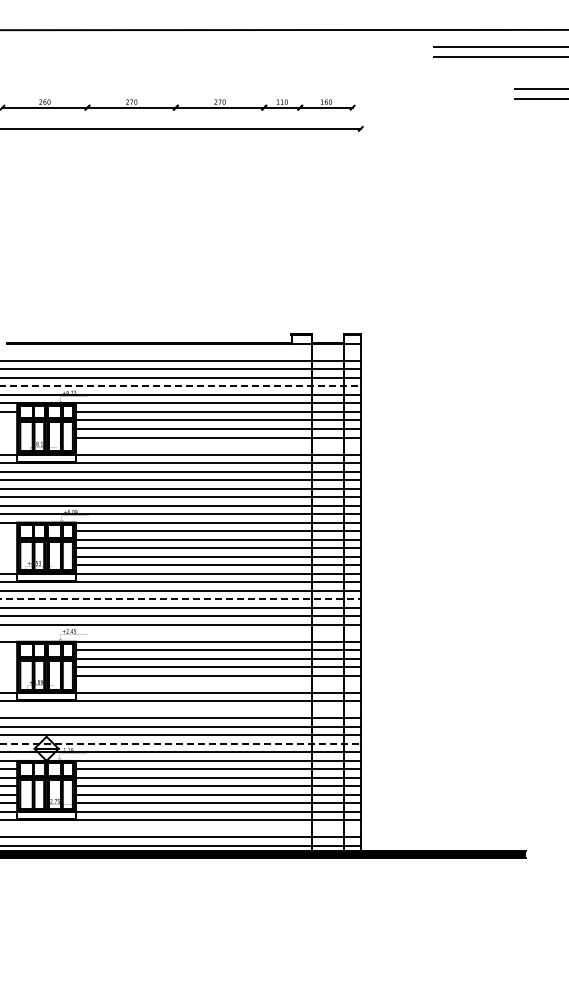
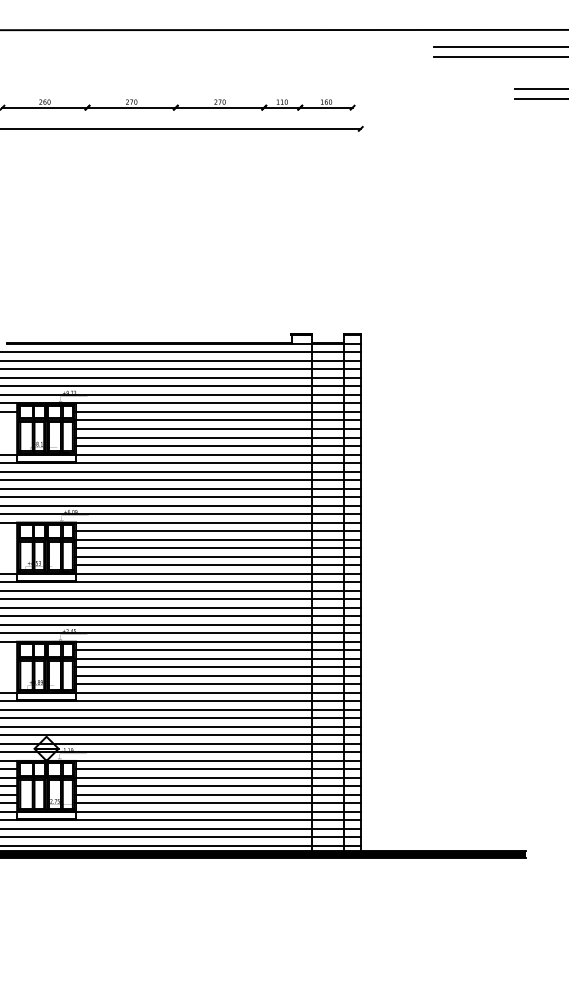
line at (181, 352): none -> present
line at (181, 386): dashed -> solid
line at (218, 446): none -> present
line at (180, 599): dashed -> solid
line at (181, 633): none -> present
line at (218, 684): none -> present
line at (181, 709): none -> present
line at (180, 743): dashed -> solid
line at (181, 828): none -> present
